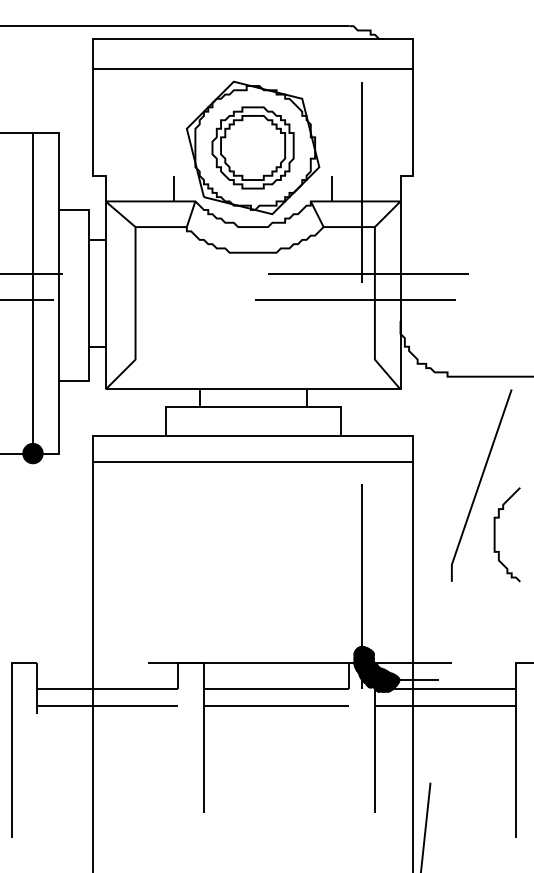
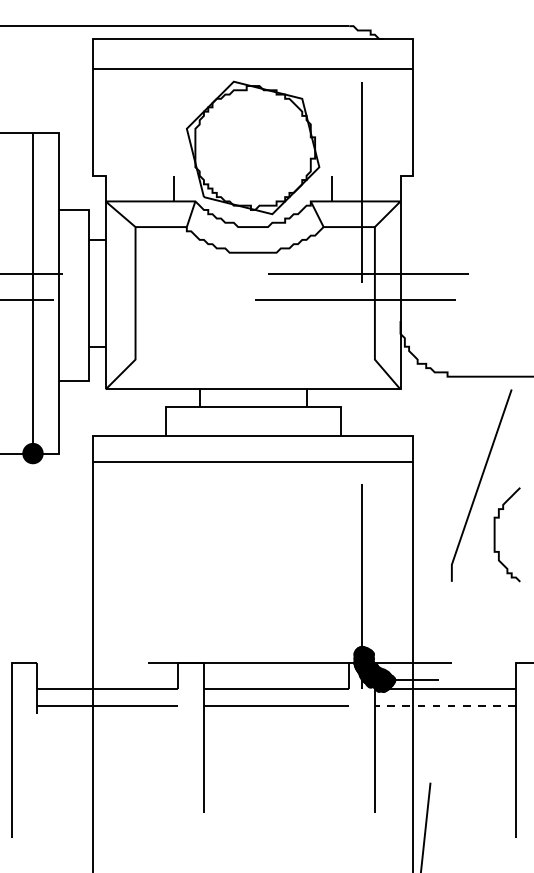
part at (252, 147): present -> none
fill at (389, 681): present -> none
line at (445, 705): solid -> dashed
